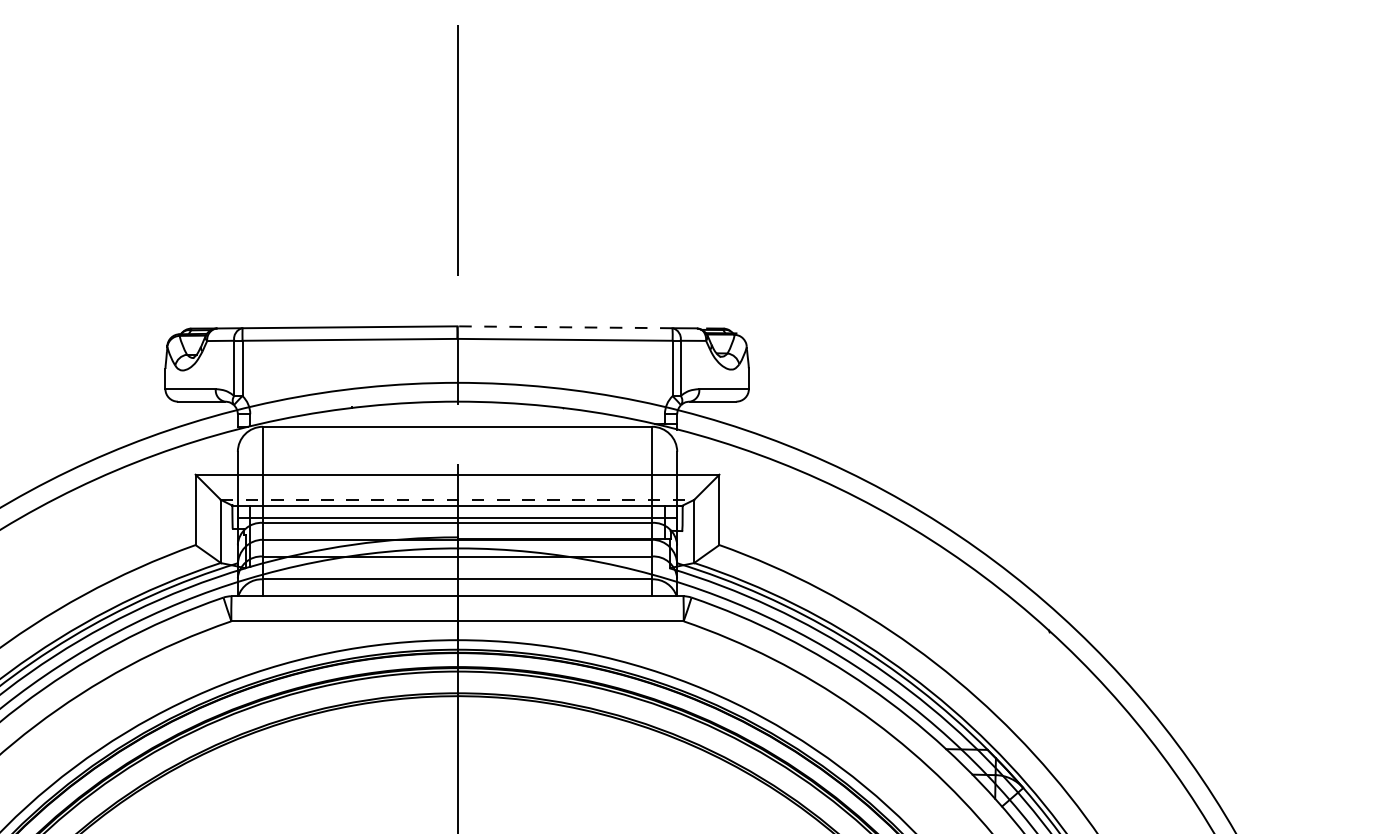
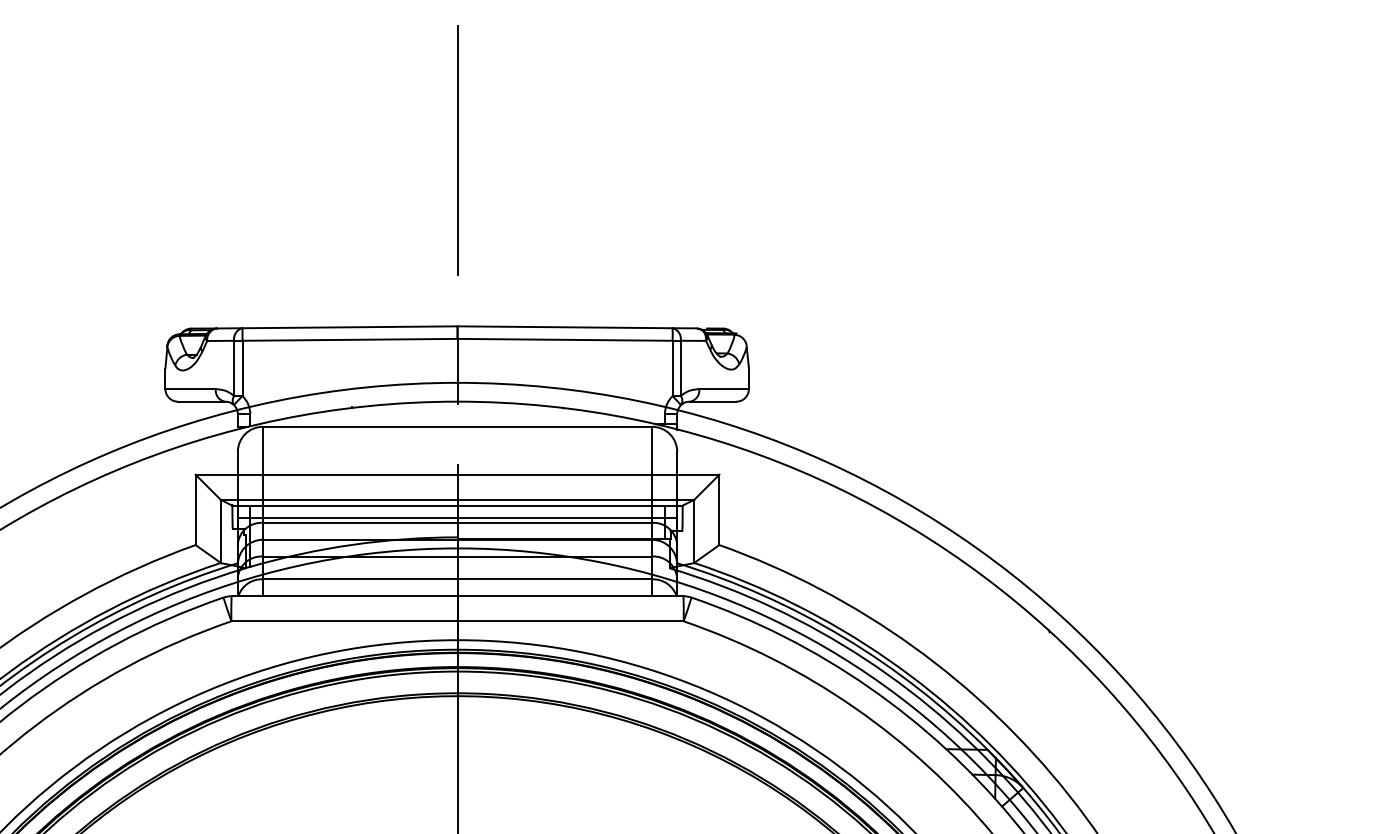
line at (565, 327): dashed -> solid
line at (457, 499): dashed -> solid
